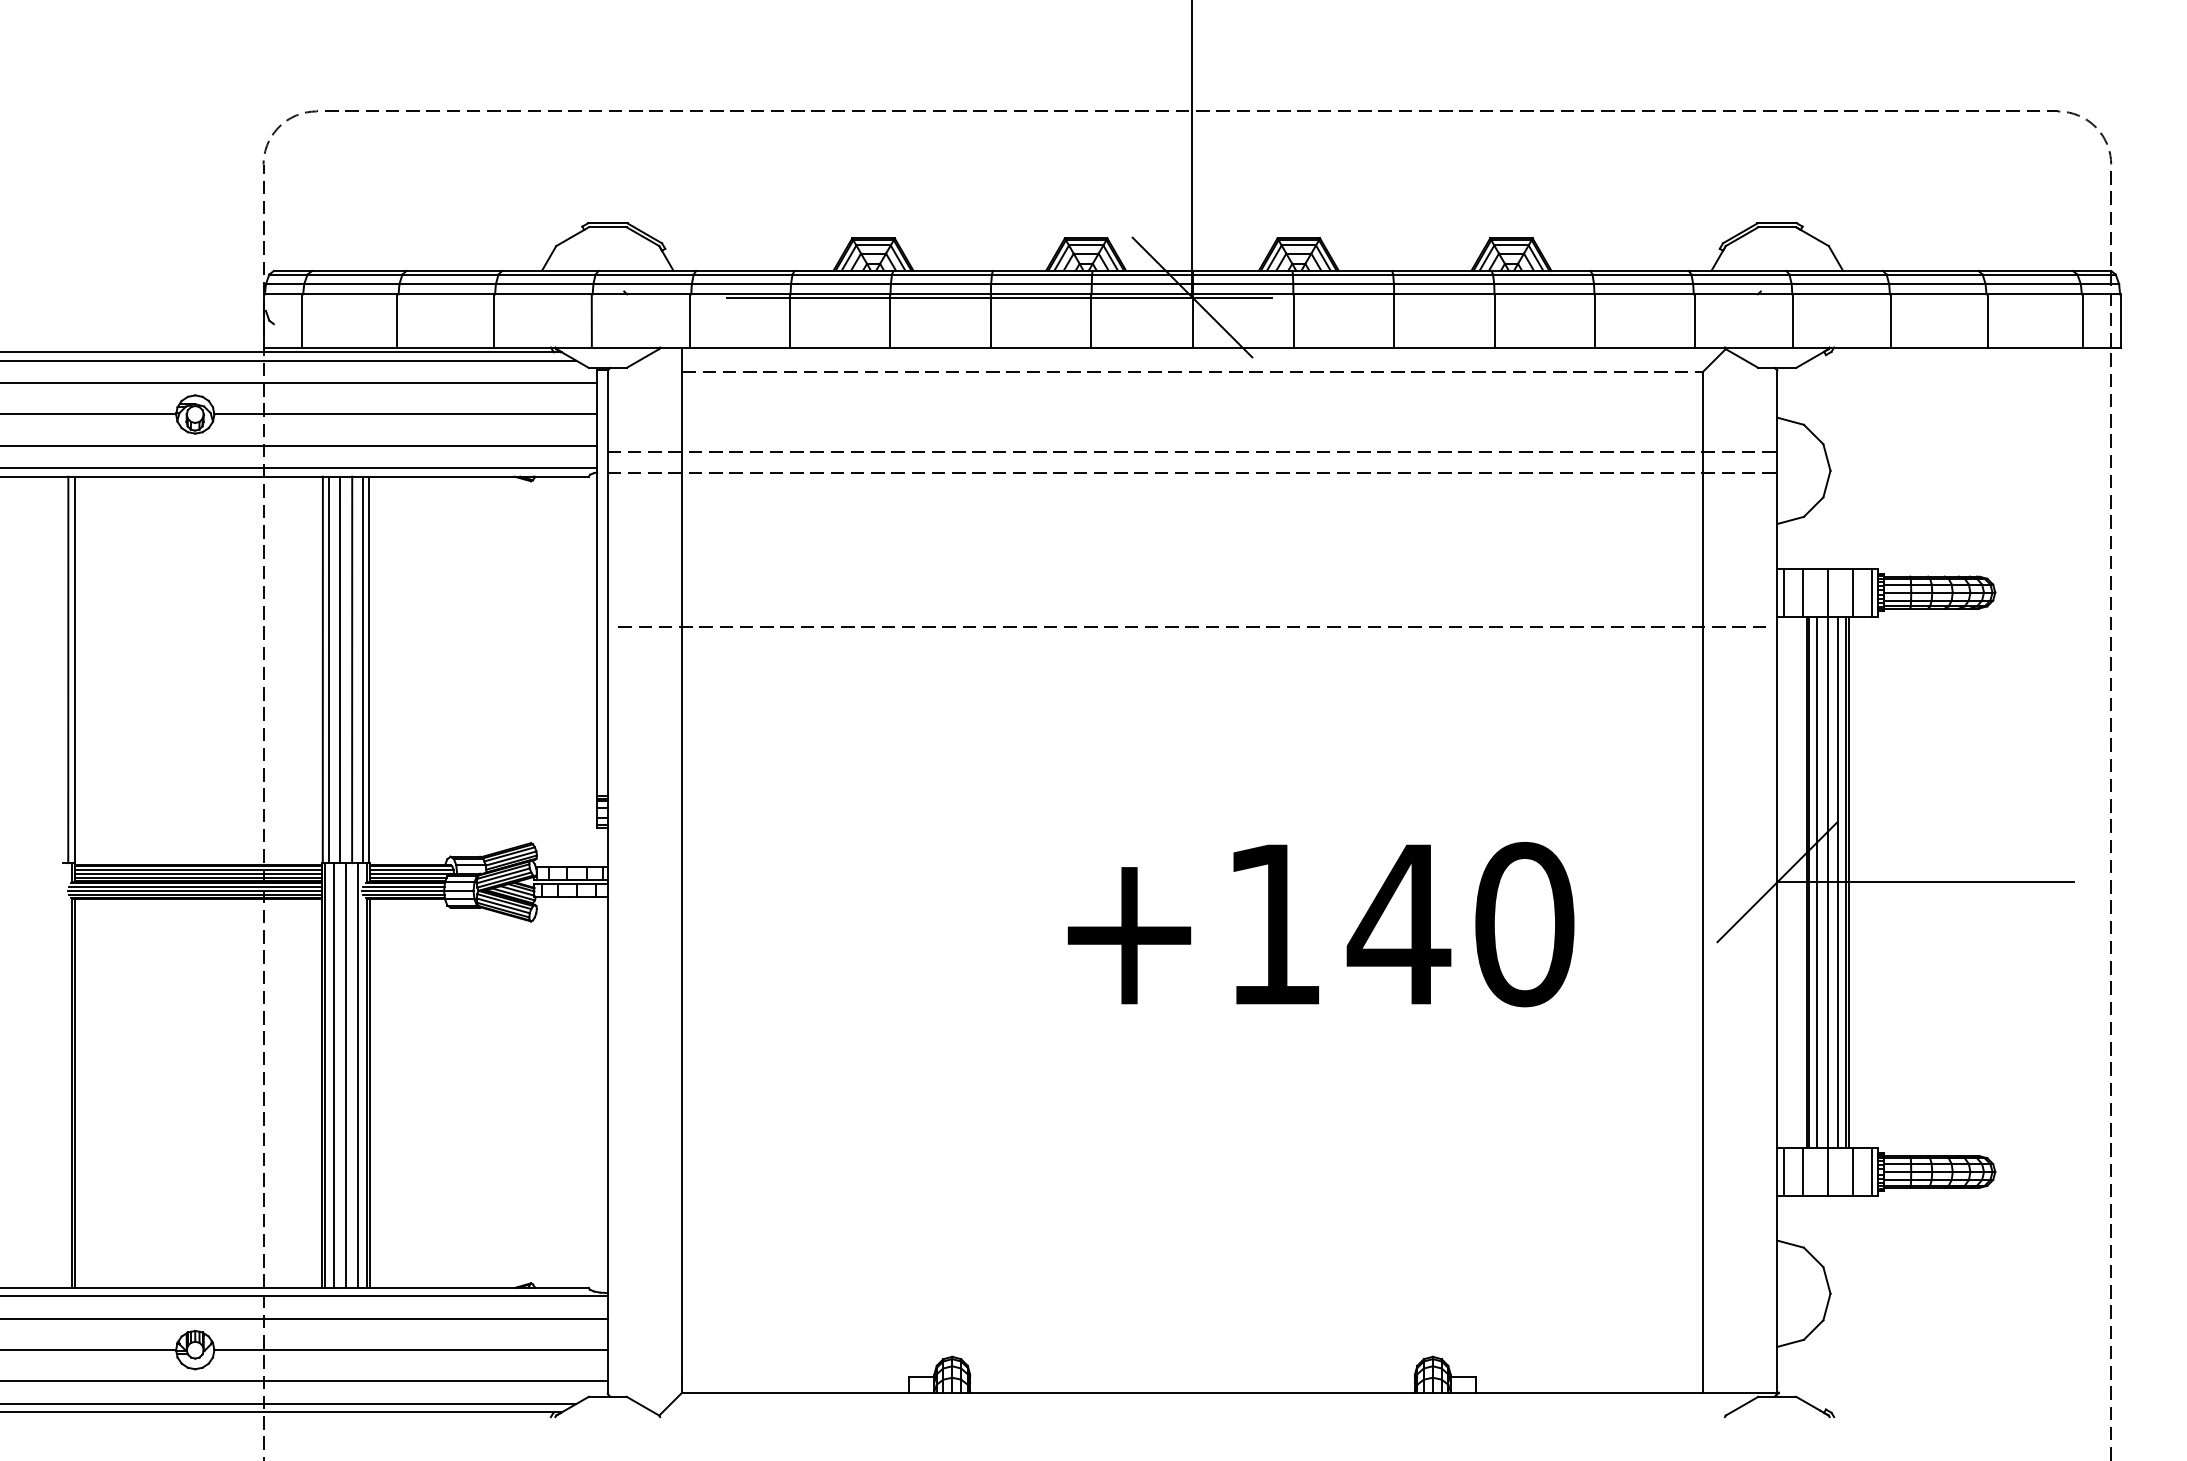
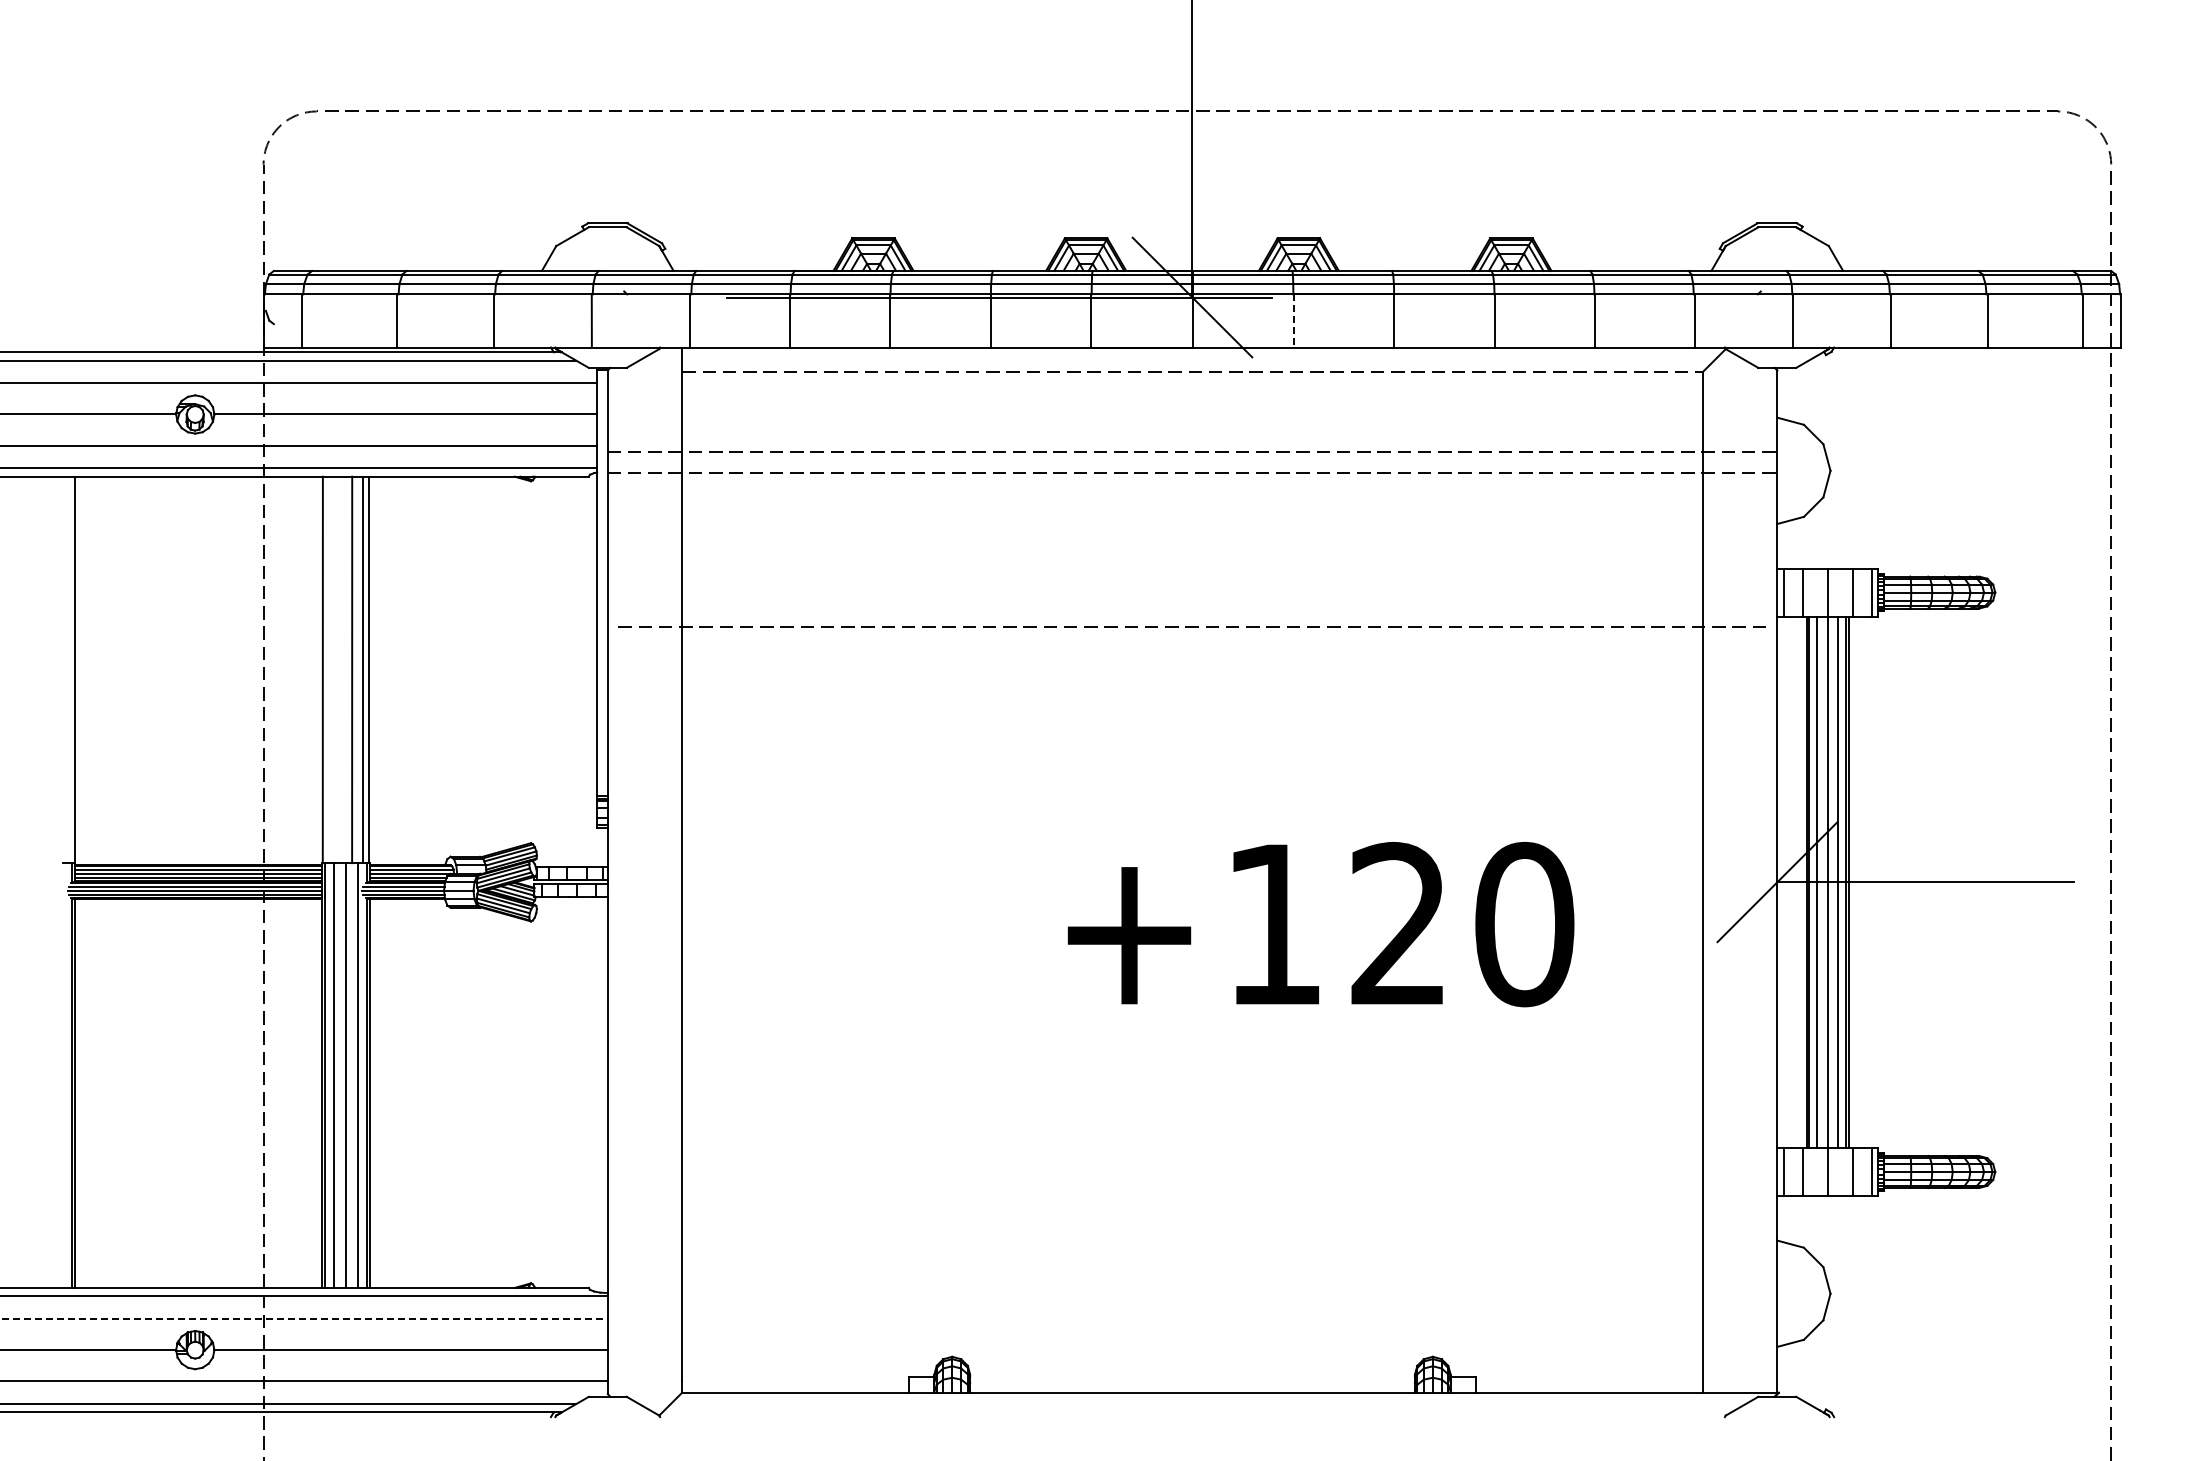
line at (1293, 320): solid -> dashed
line at (68, 669): present -> none
line at (329, 669): present -> none
line at (339, 669): present -> none
text at (1398, 923): +140 -> +120
line at (303, 1319): solid -> dashed
